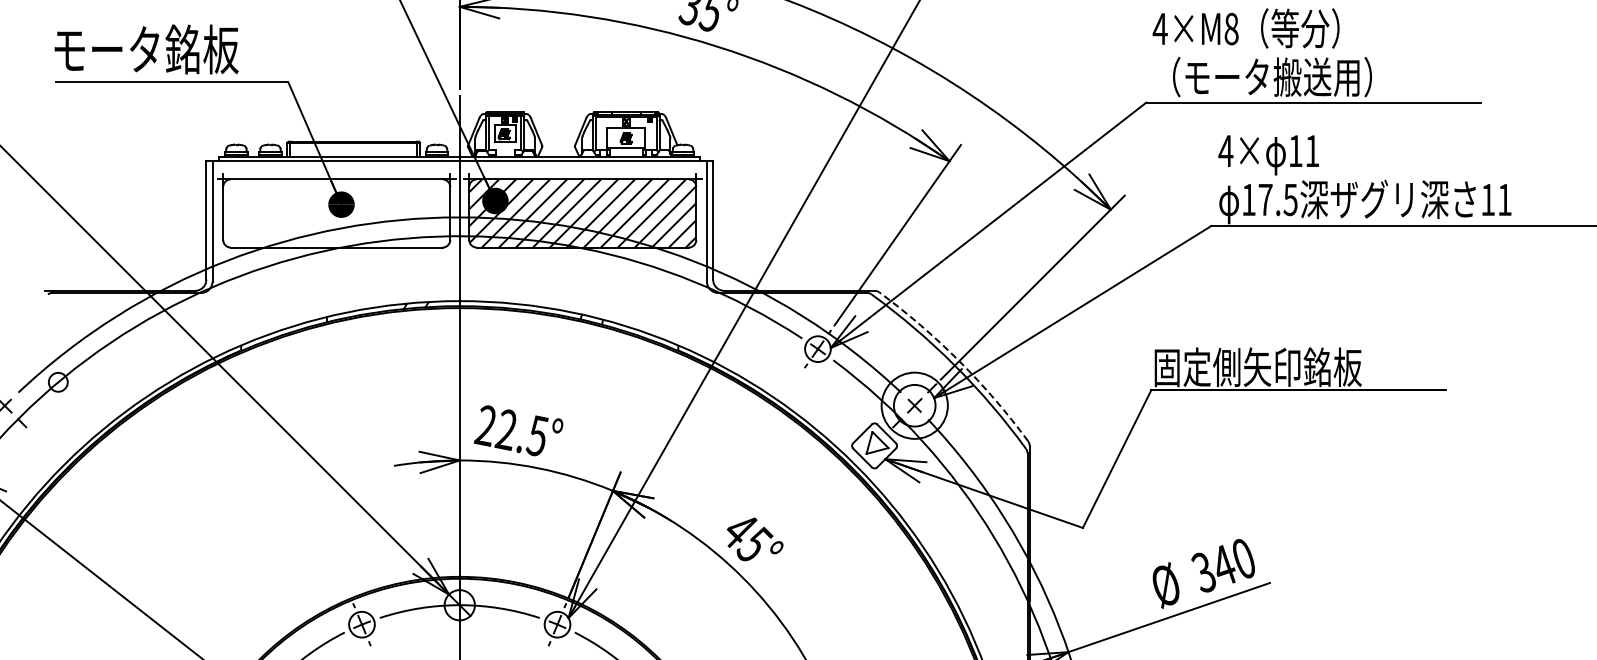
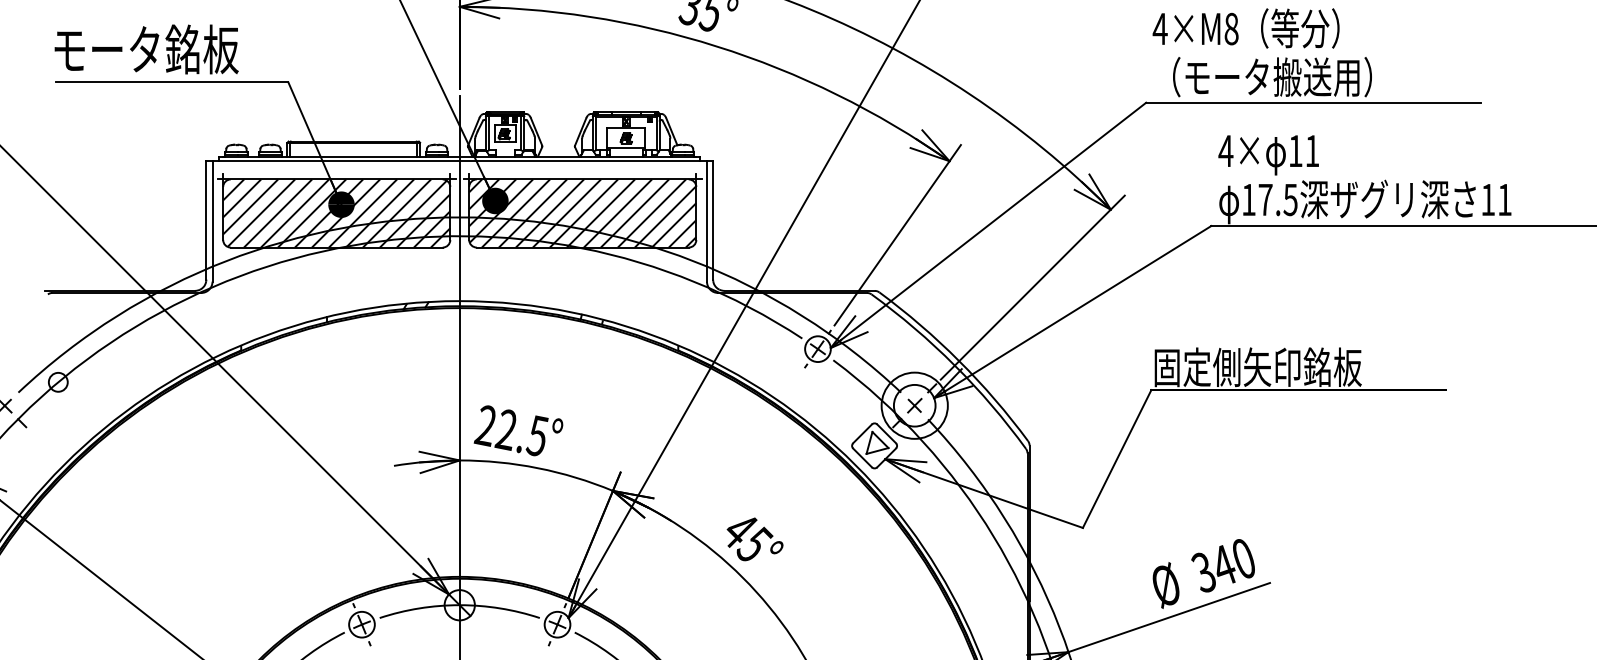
hatch at (336, 213): none -> present
arc at (959, 361): dashed -> solid
